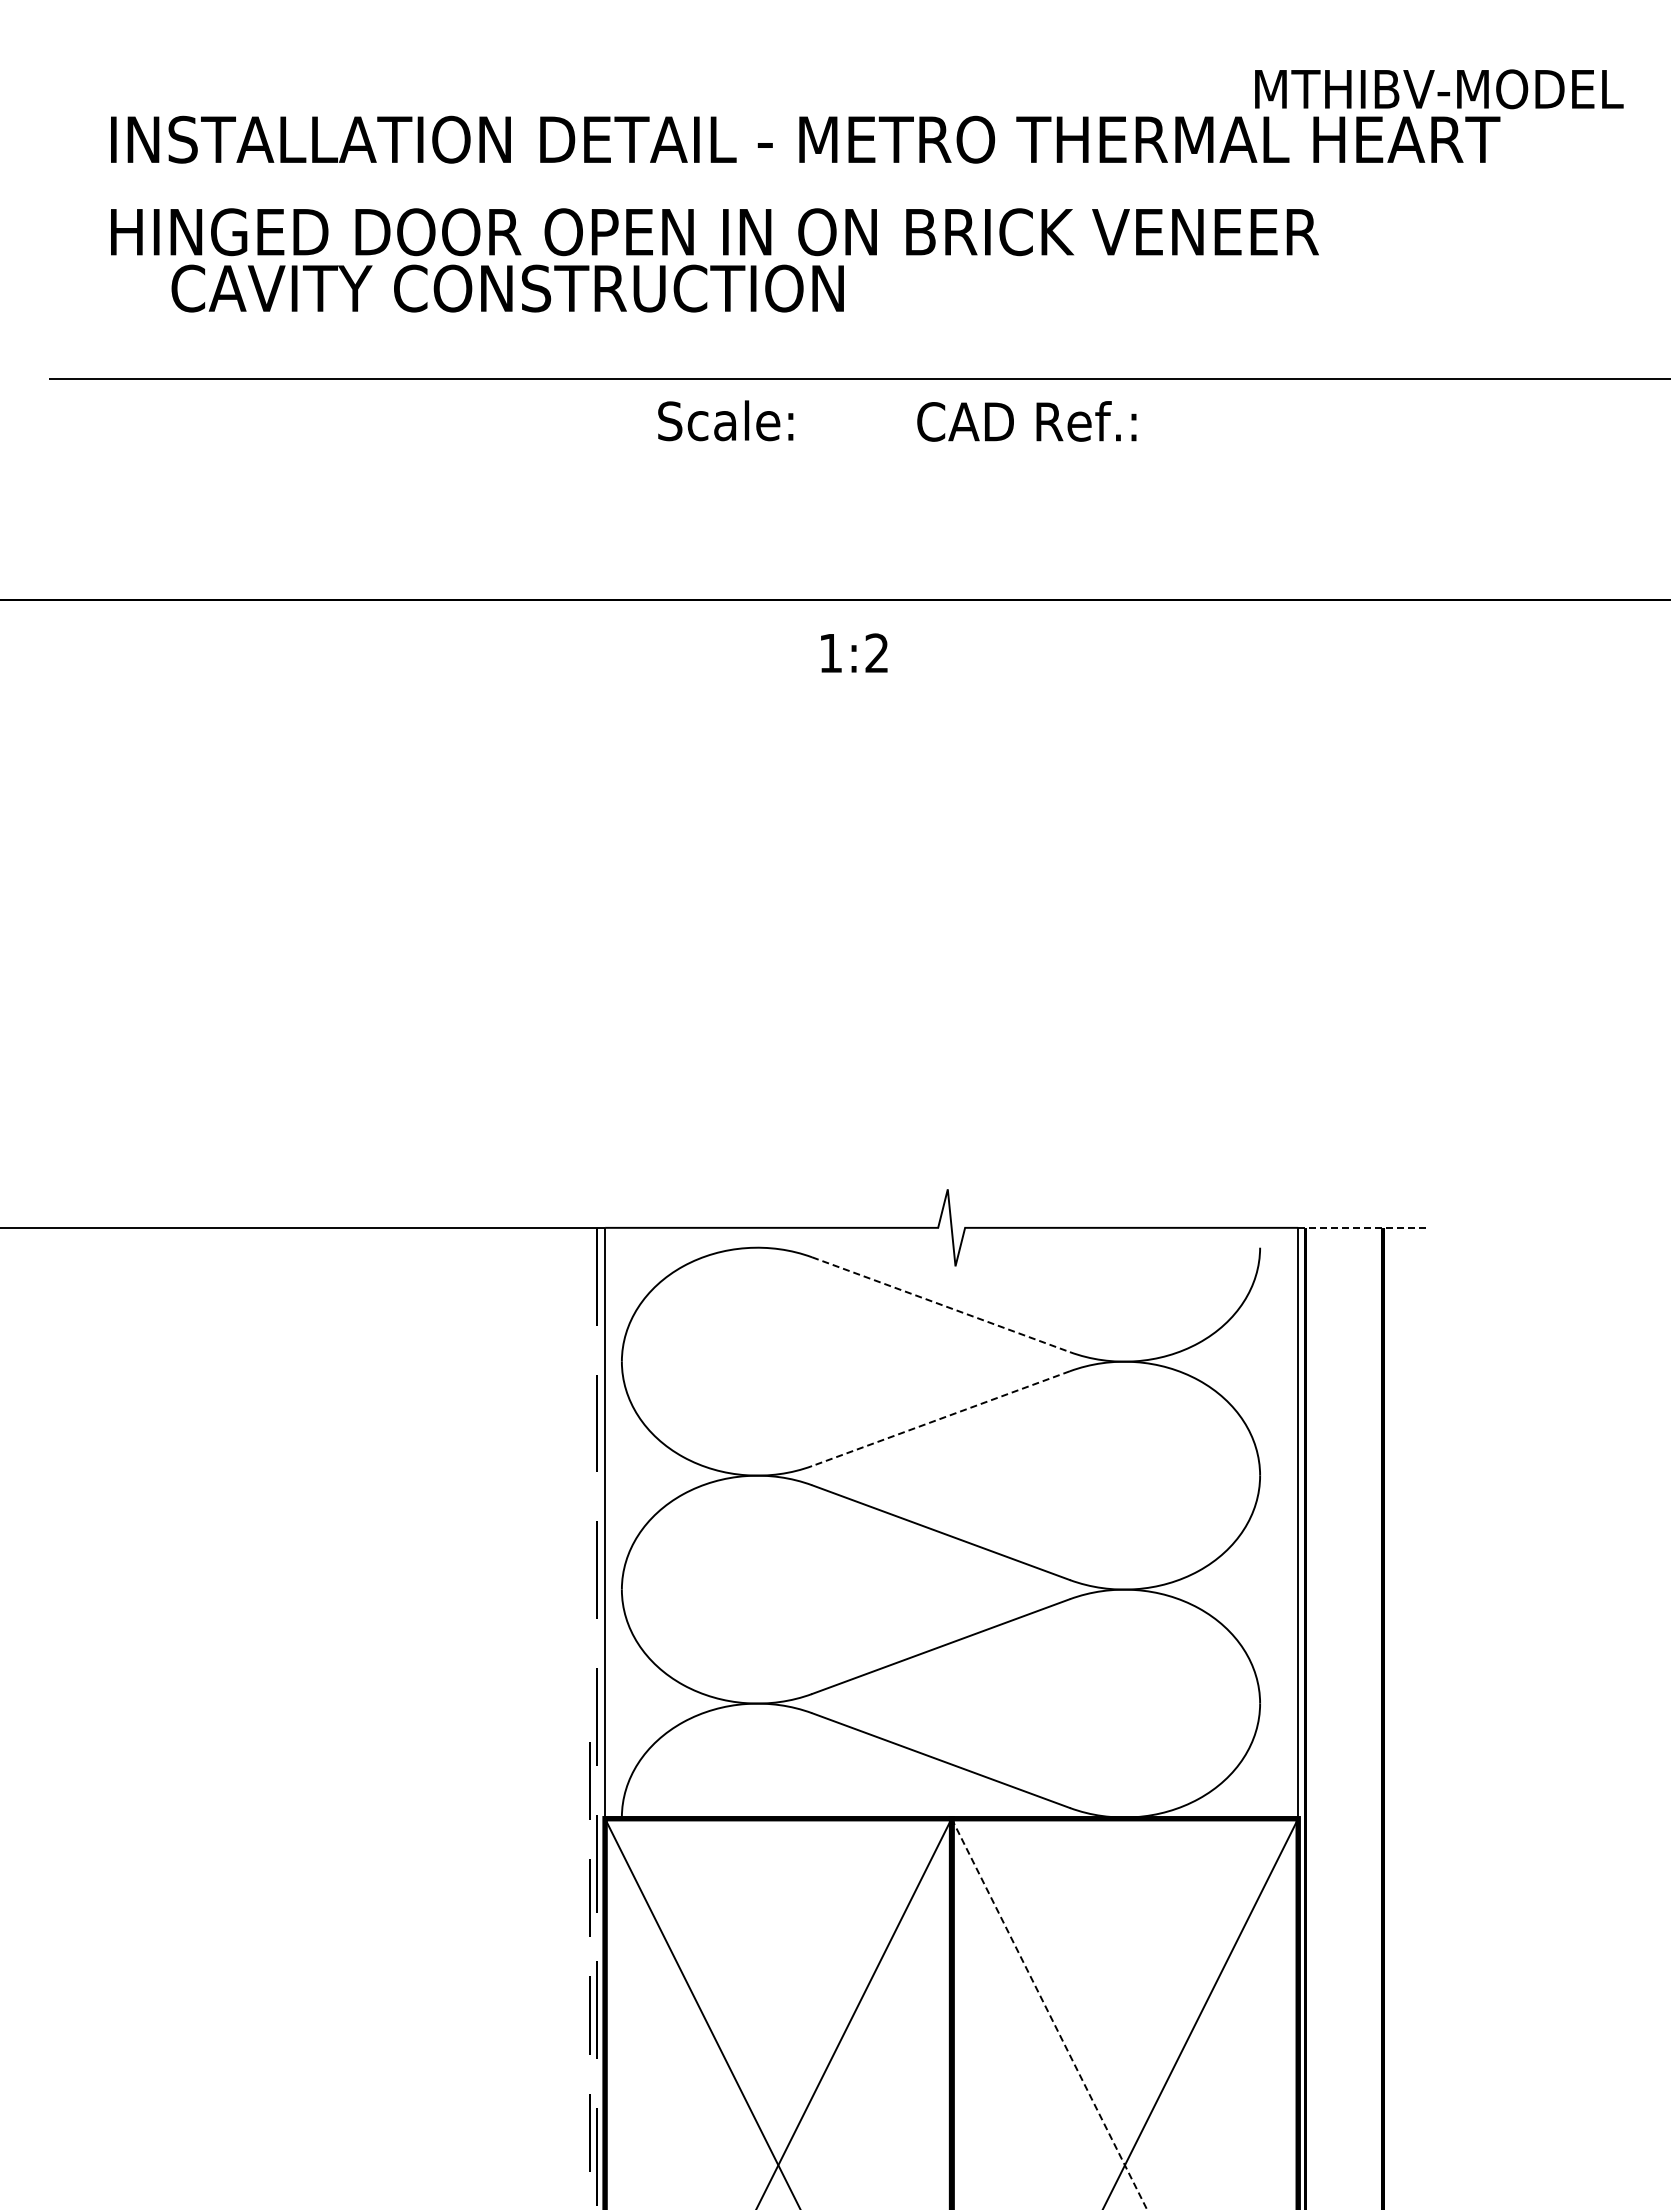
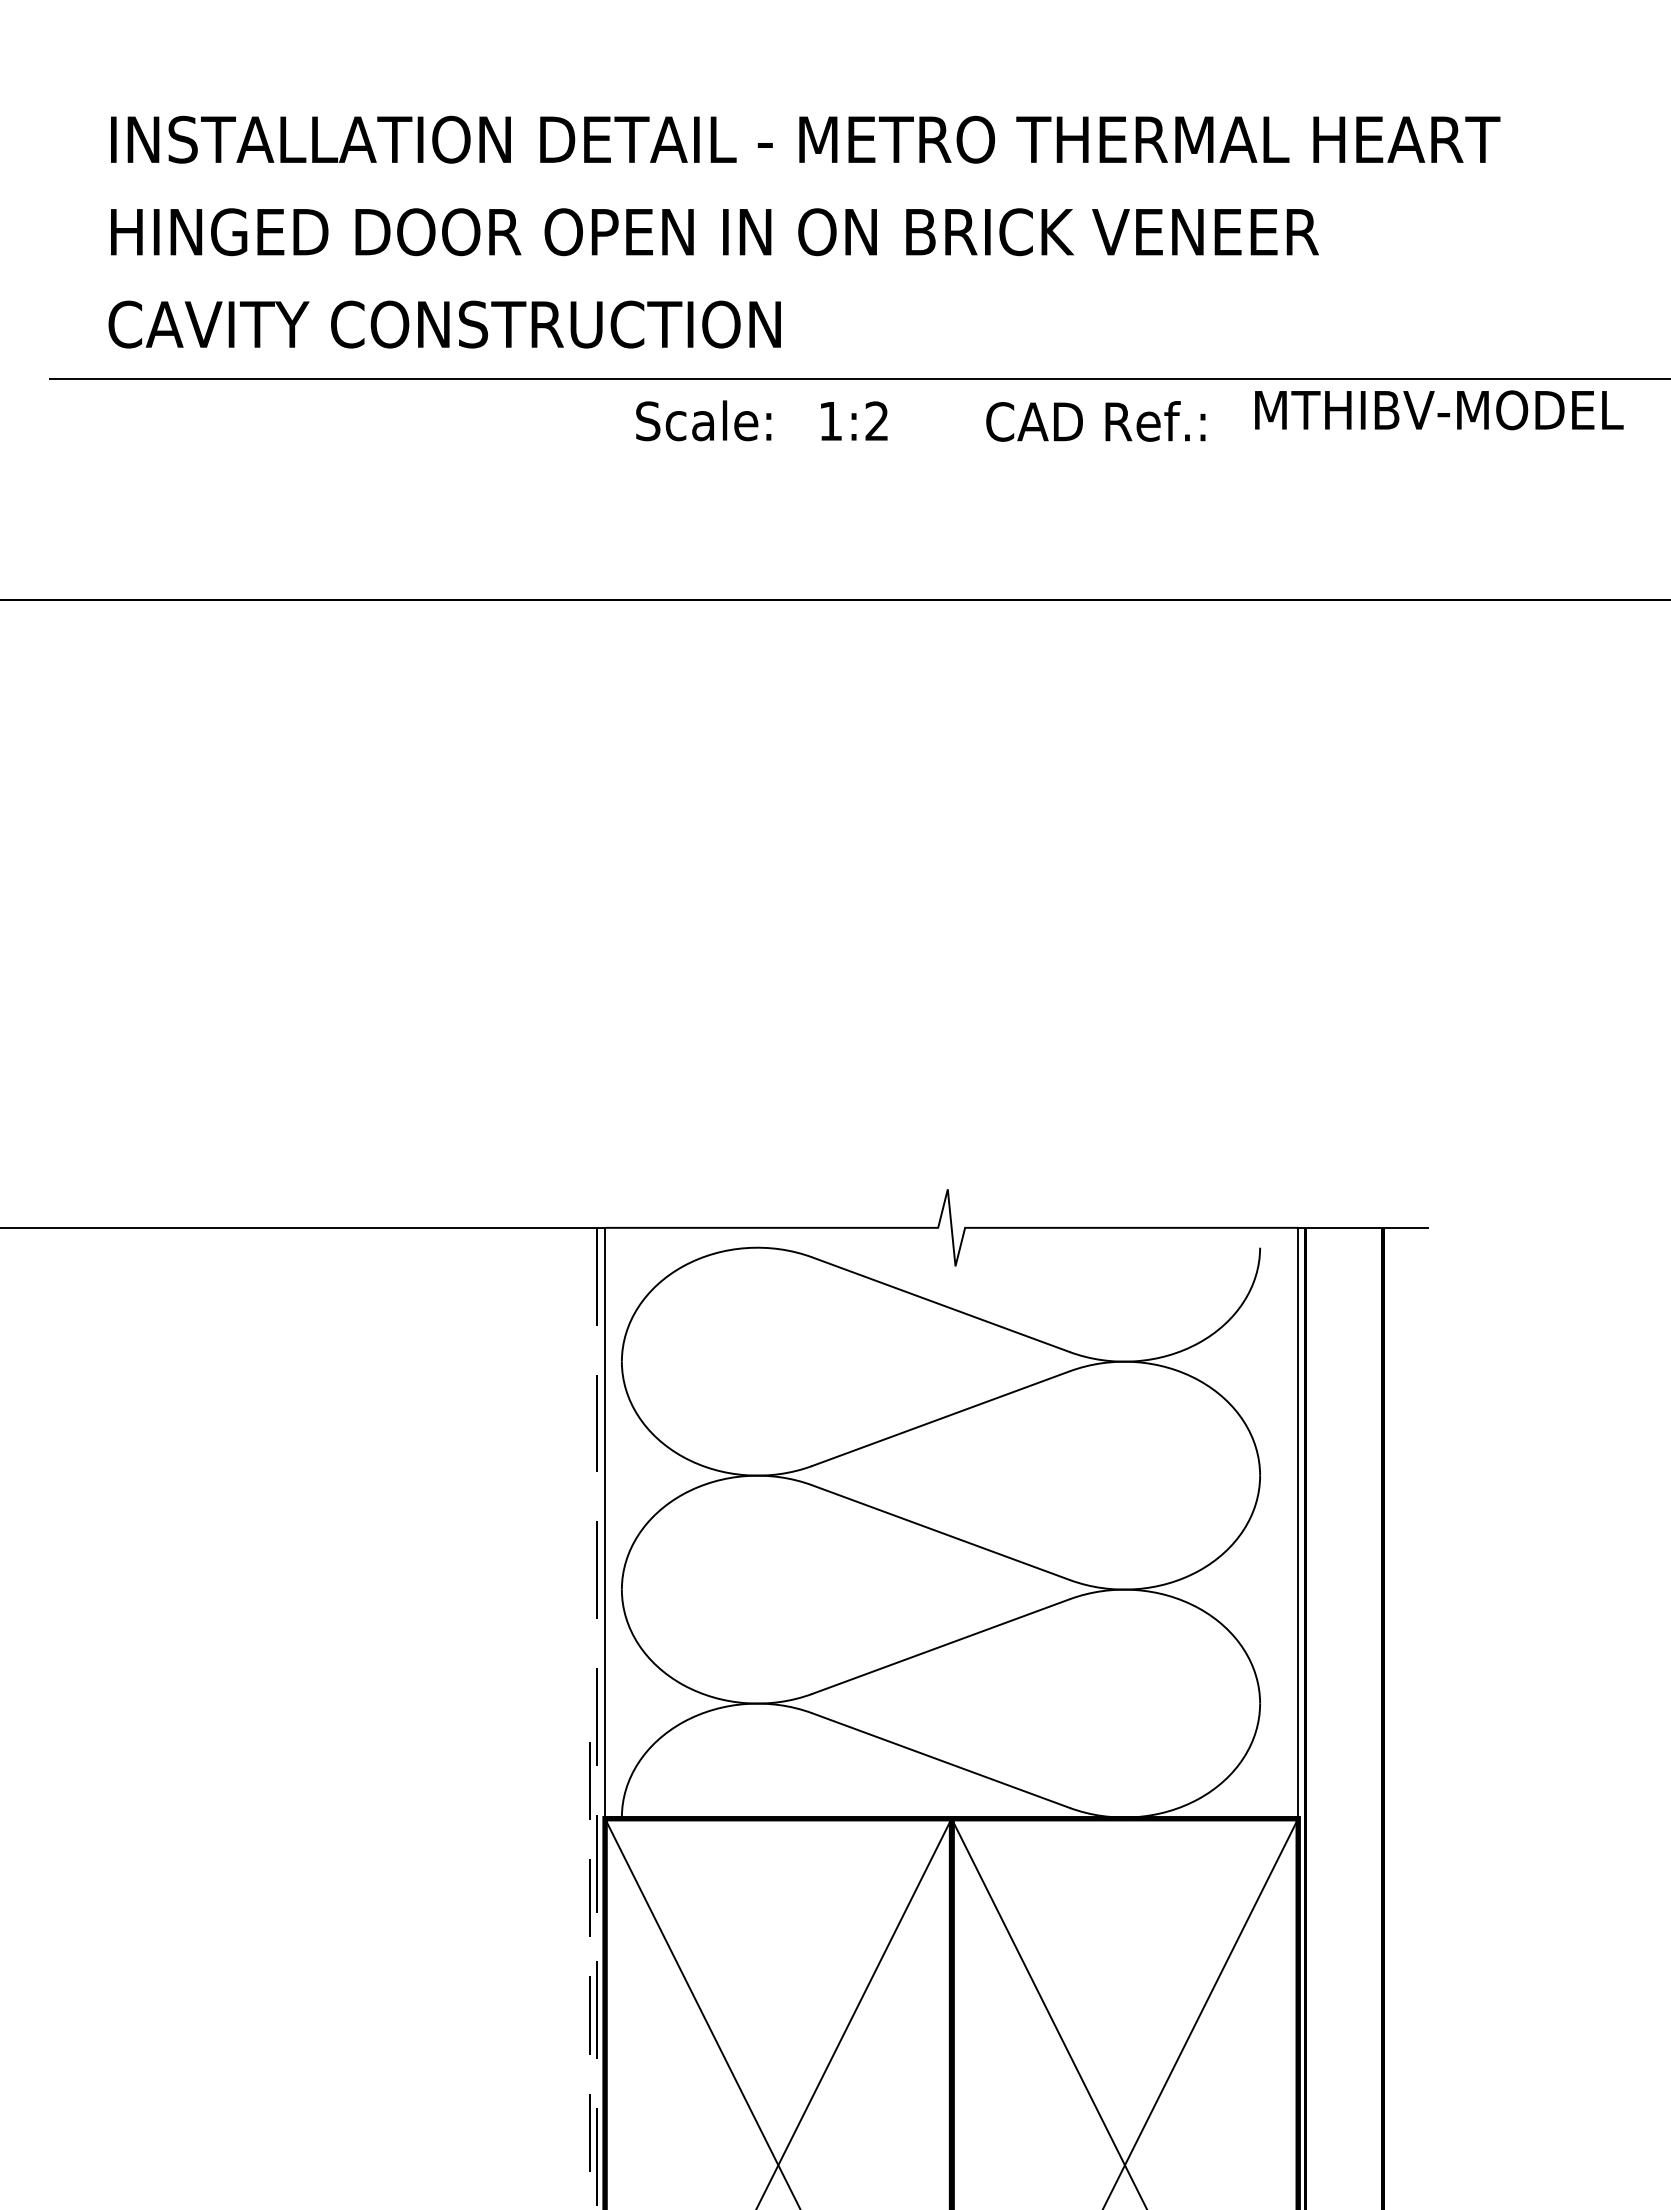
text at (1439, 89) position: (1439, 89) -> (1439, 410)
text at (507, 288) position: (507, 288) -> (444, 324)
text at (725, 420) position: (725, 420) -> (703, 420)
text at (1026, 421) position: (1026, 421) -> (1095, 421)
text at (854, 652) position: (854, 652) -> (854, 420)
line at (1364, 1227): dashed -> solid
line at (941, 1304): dashed -> solid
line at (940, 1418): dashed -> solid
line at (1049, 2014): dashed -> solid
